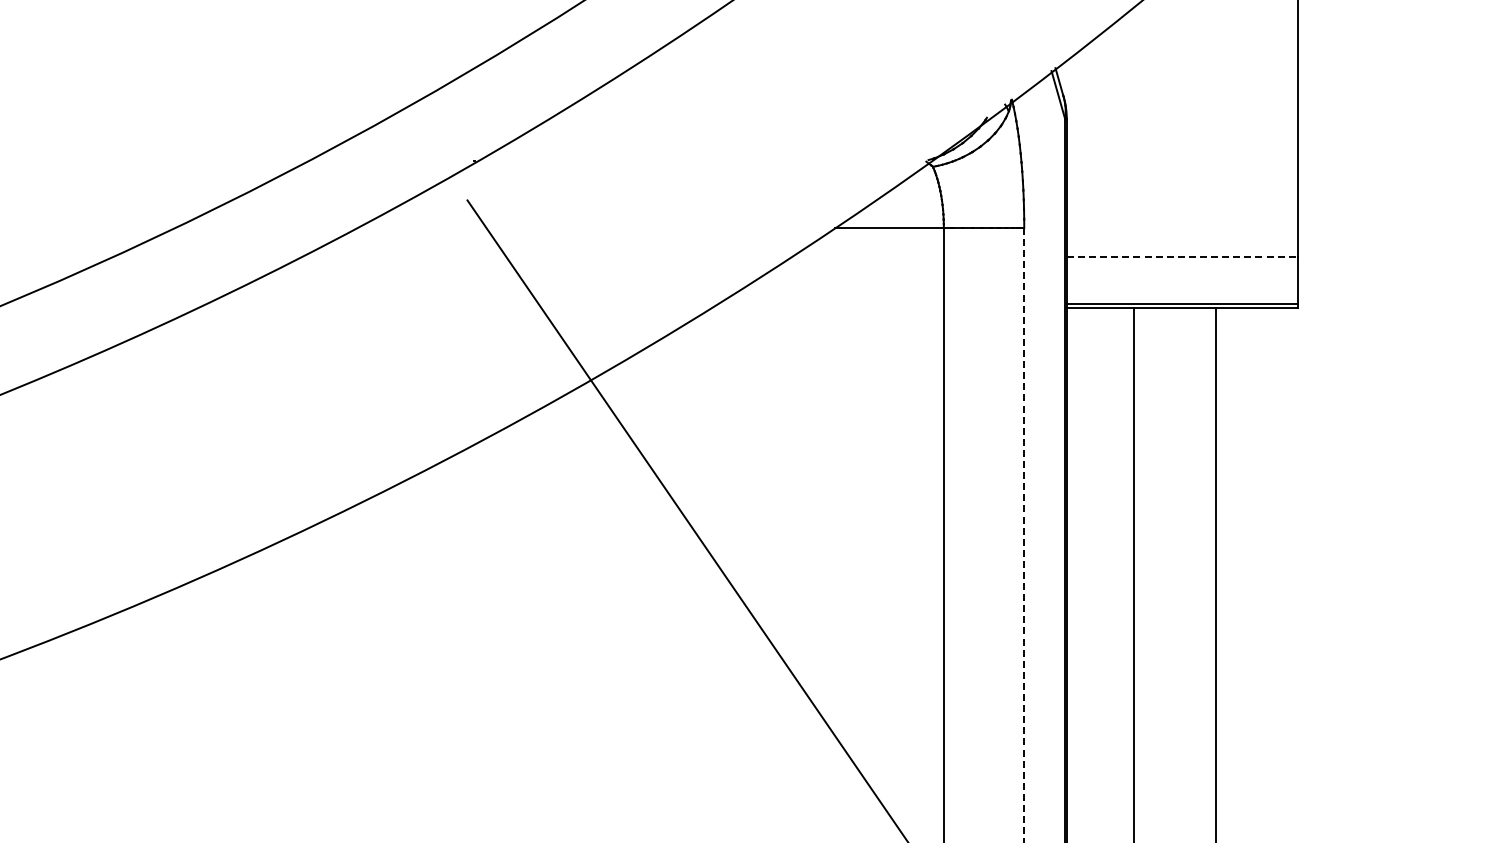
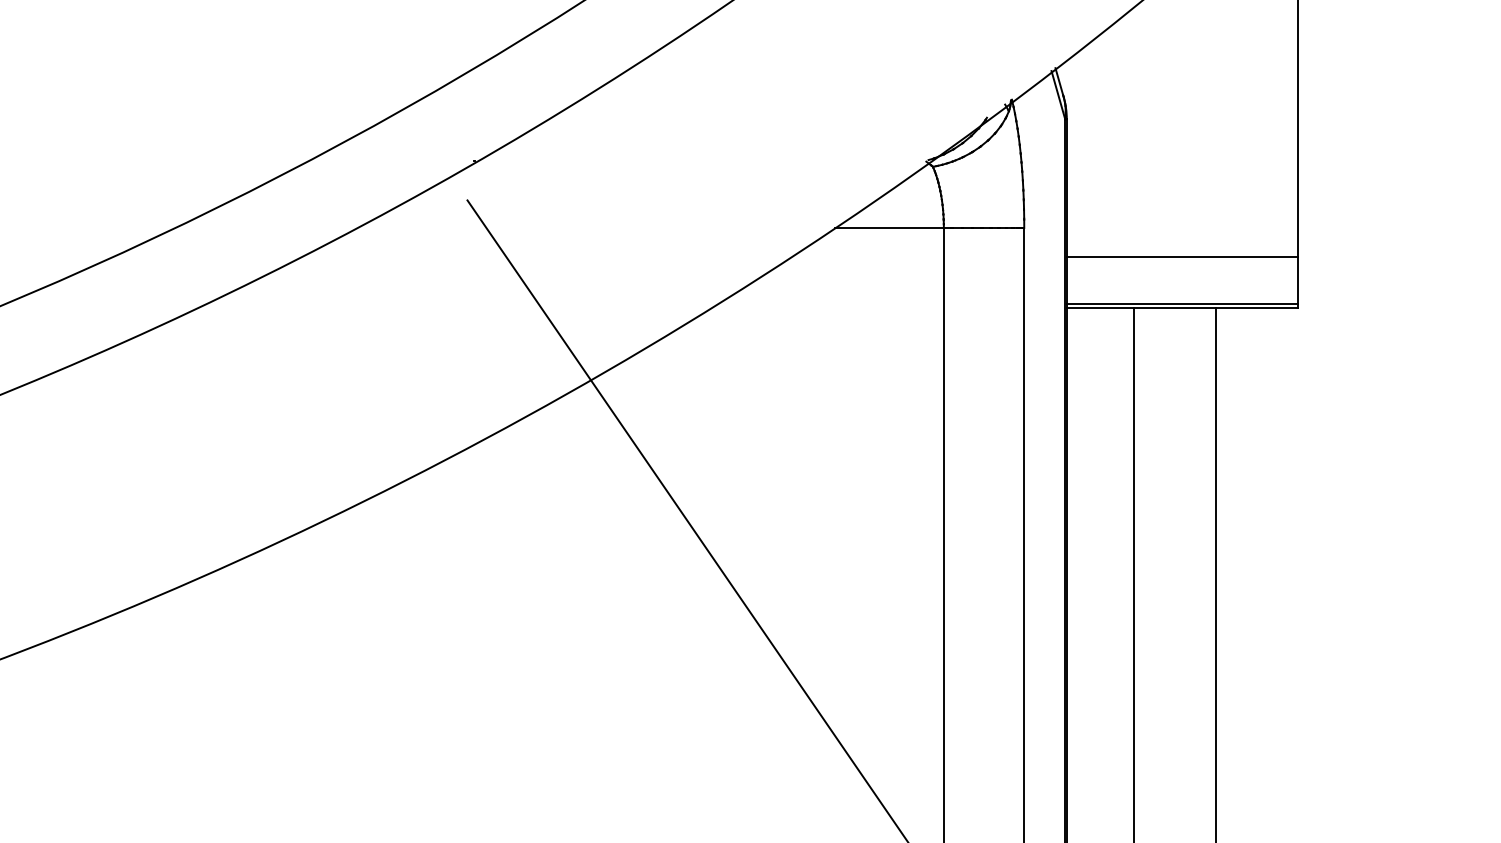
line at (1182, 256): dashed -> solid
line at (1024, 535): dashed -> solid
